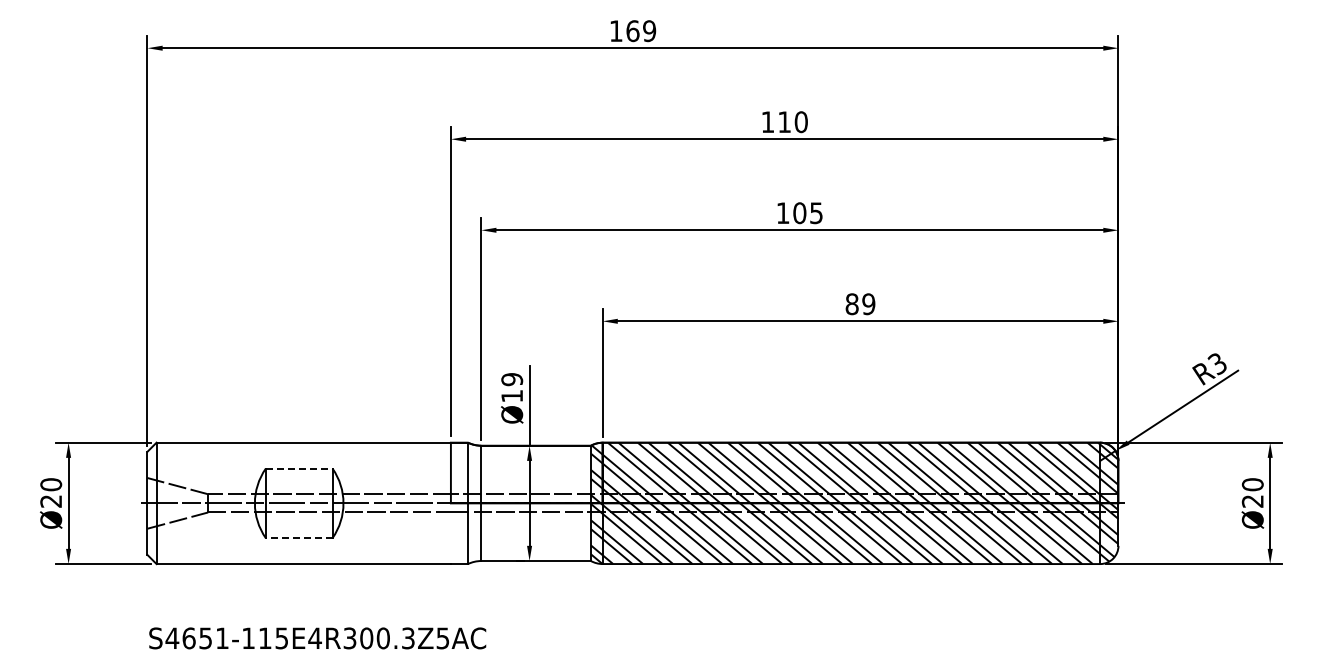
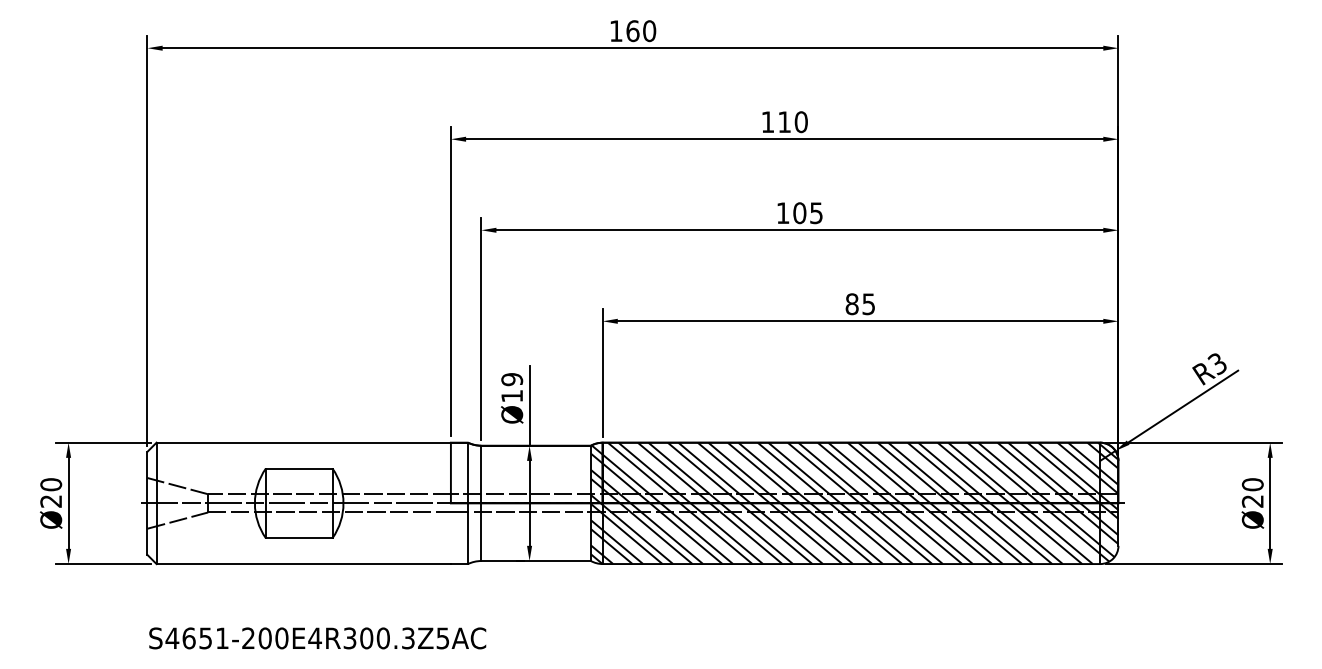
text at (649, 31): 169 -> 160
text at (868, 303): 89 -> 85
line at (299, 468): dashed -> solid
line at (298, 538): dashed -> solid
text at (265, 638): S4651-115E4R300.3Z5AC -> S4651-200E4R300.3Z5AC
